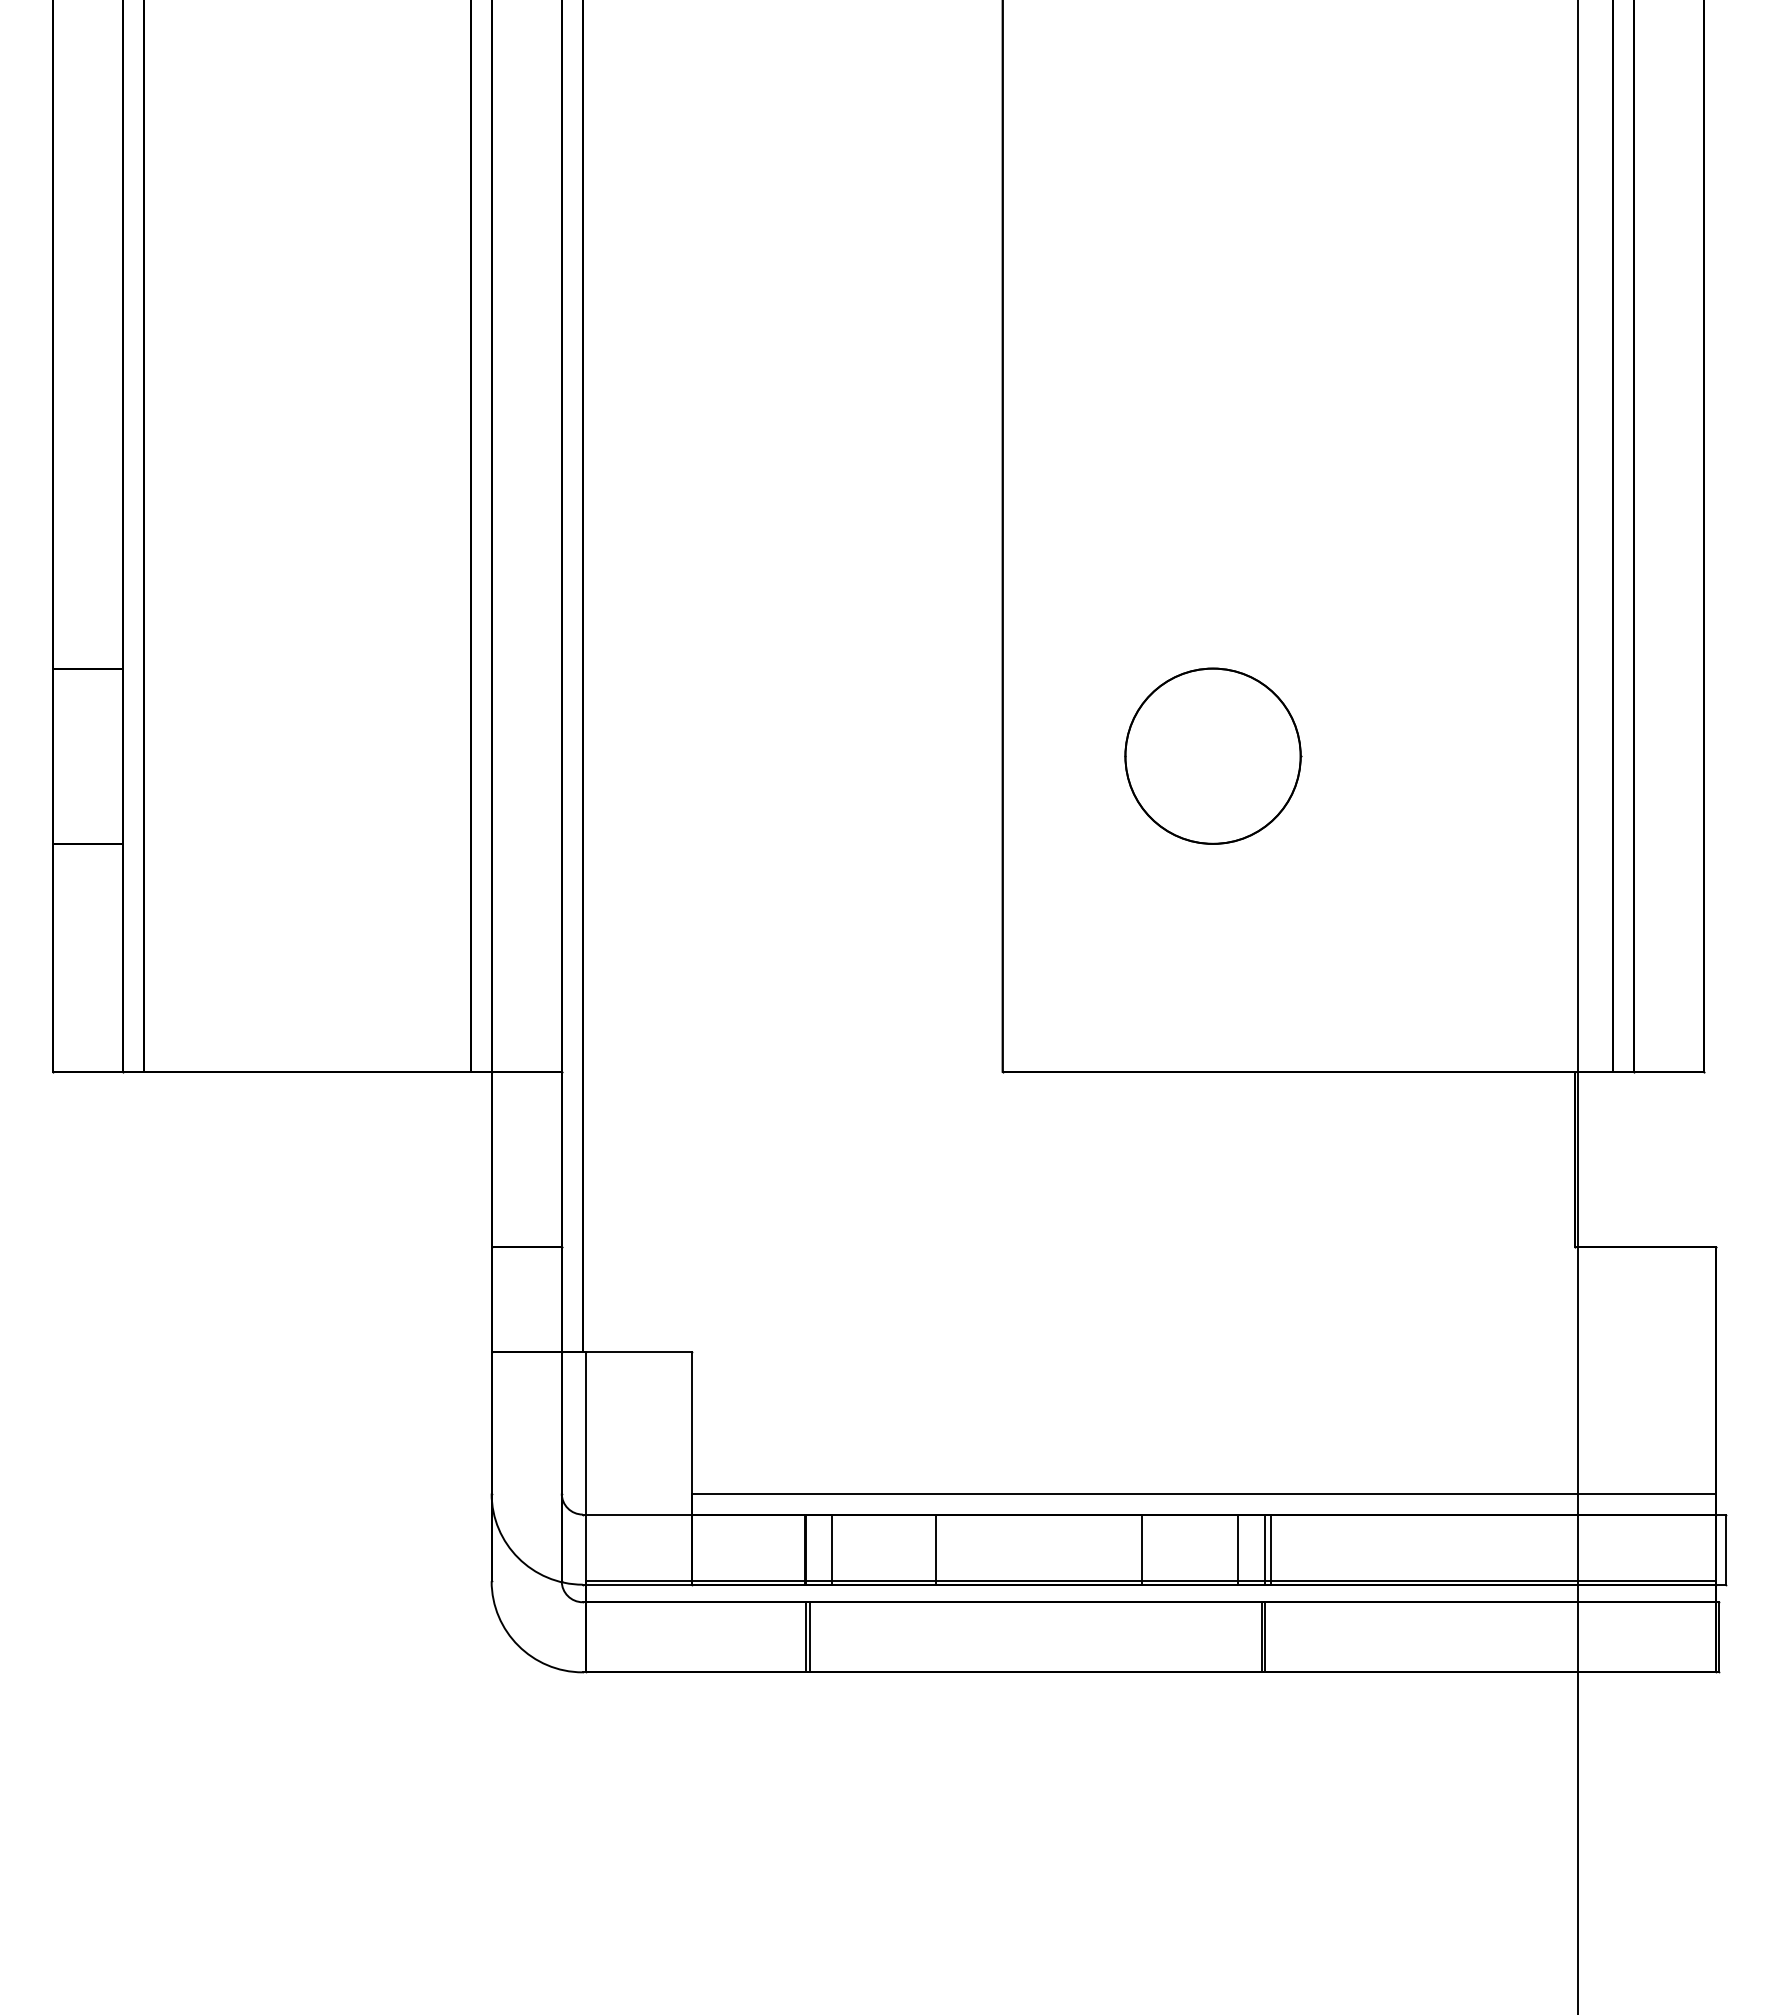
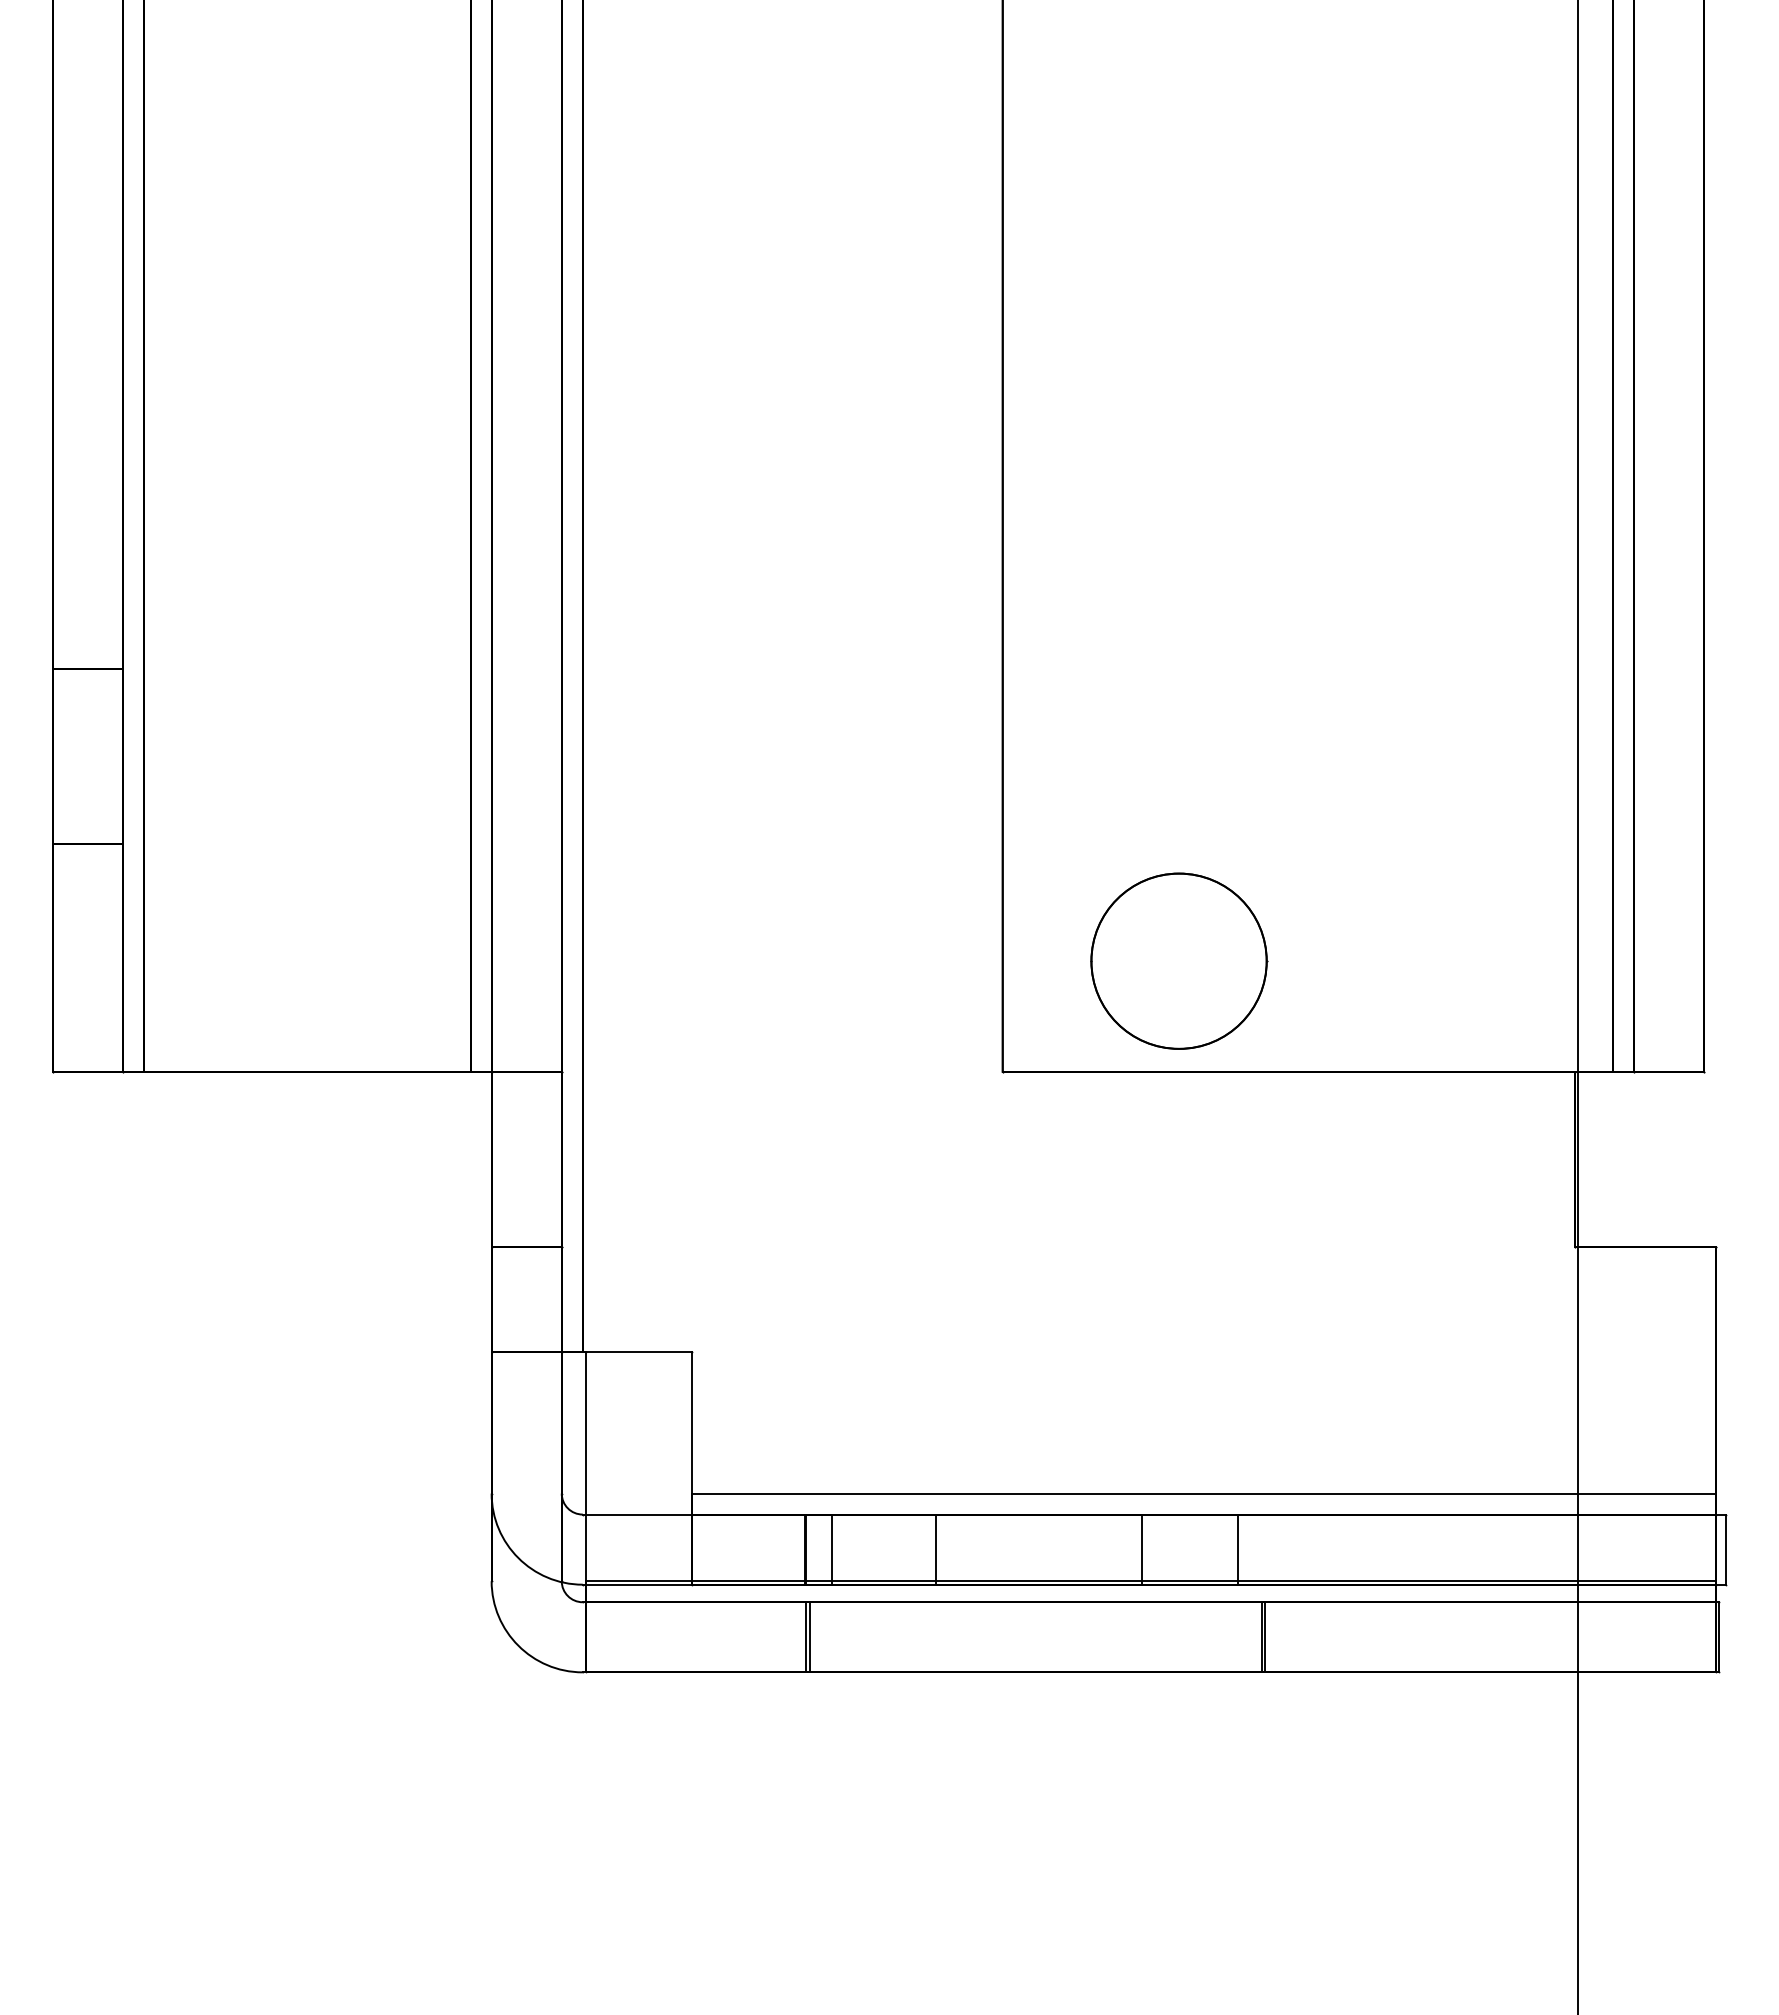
part at (1213, 755) position: (1213, 755) -> (1179, 960)
line at (1265, 1549): present -> none
line at (1271, 1549): present -> none
